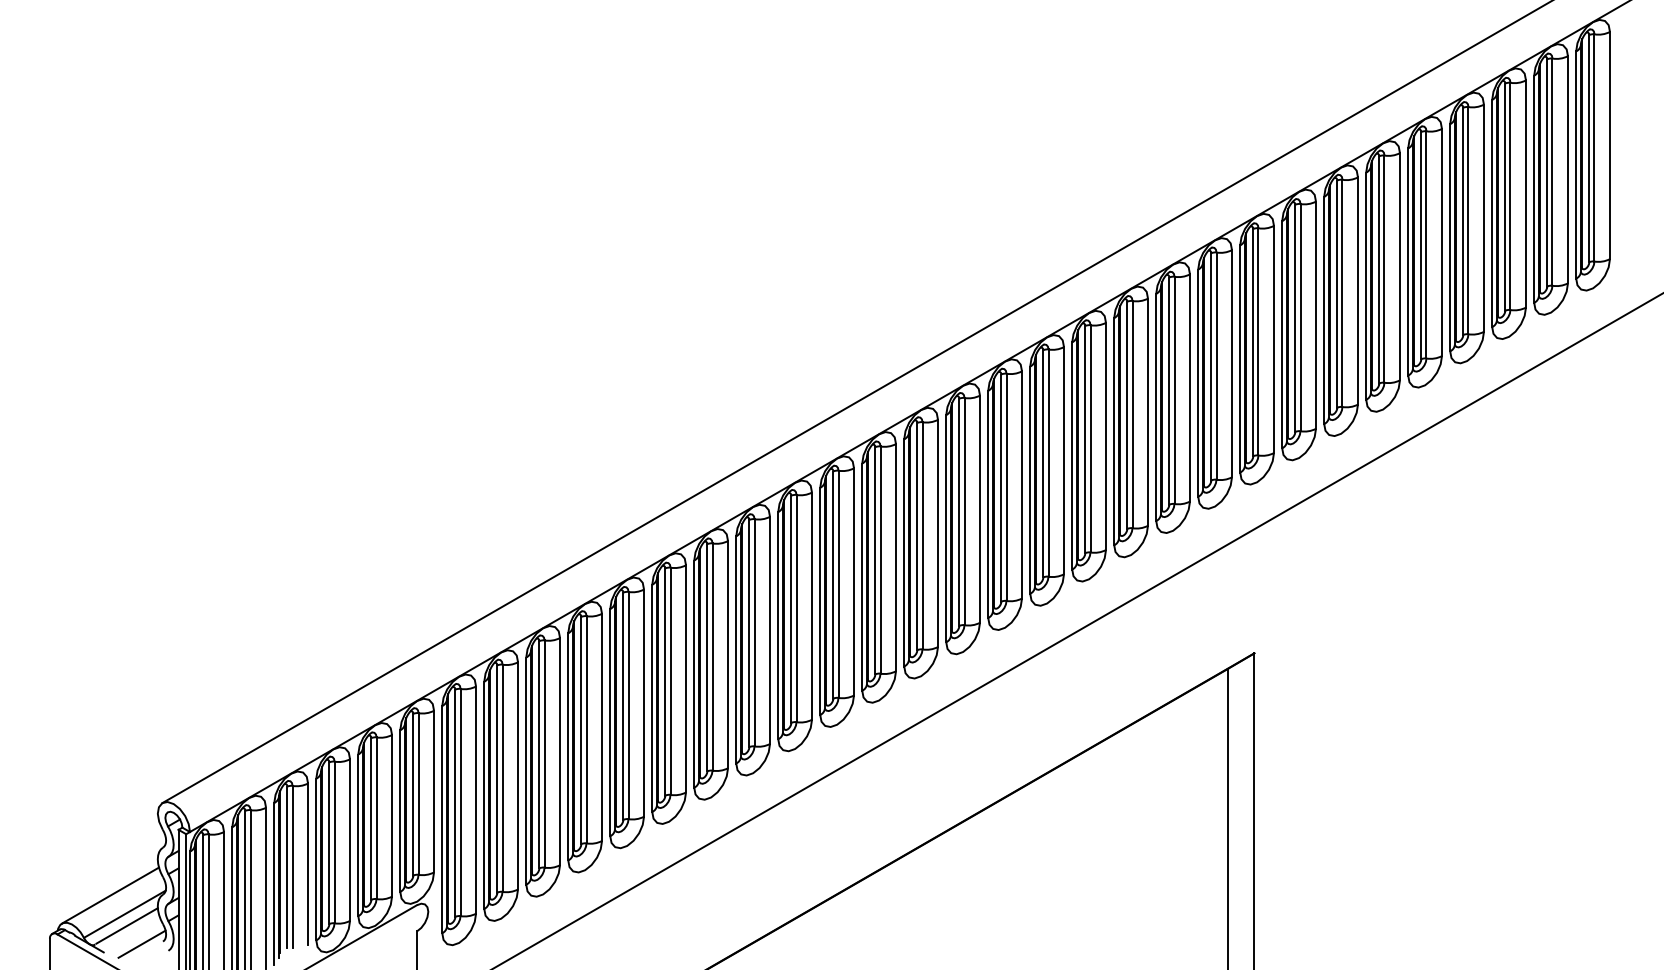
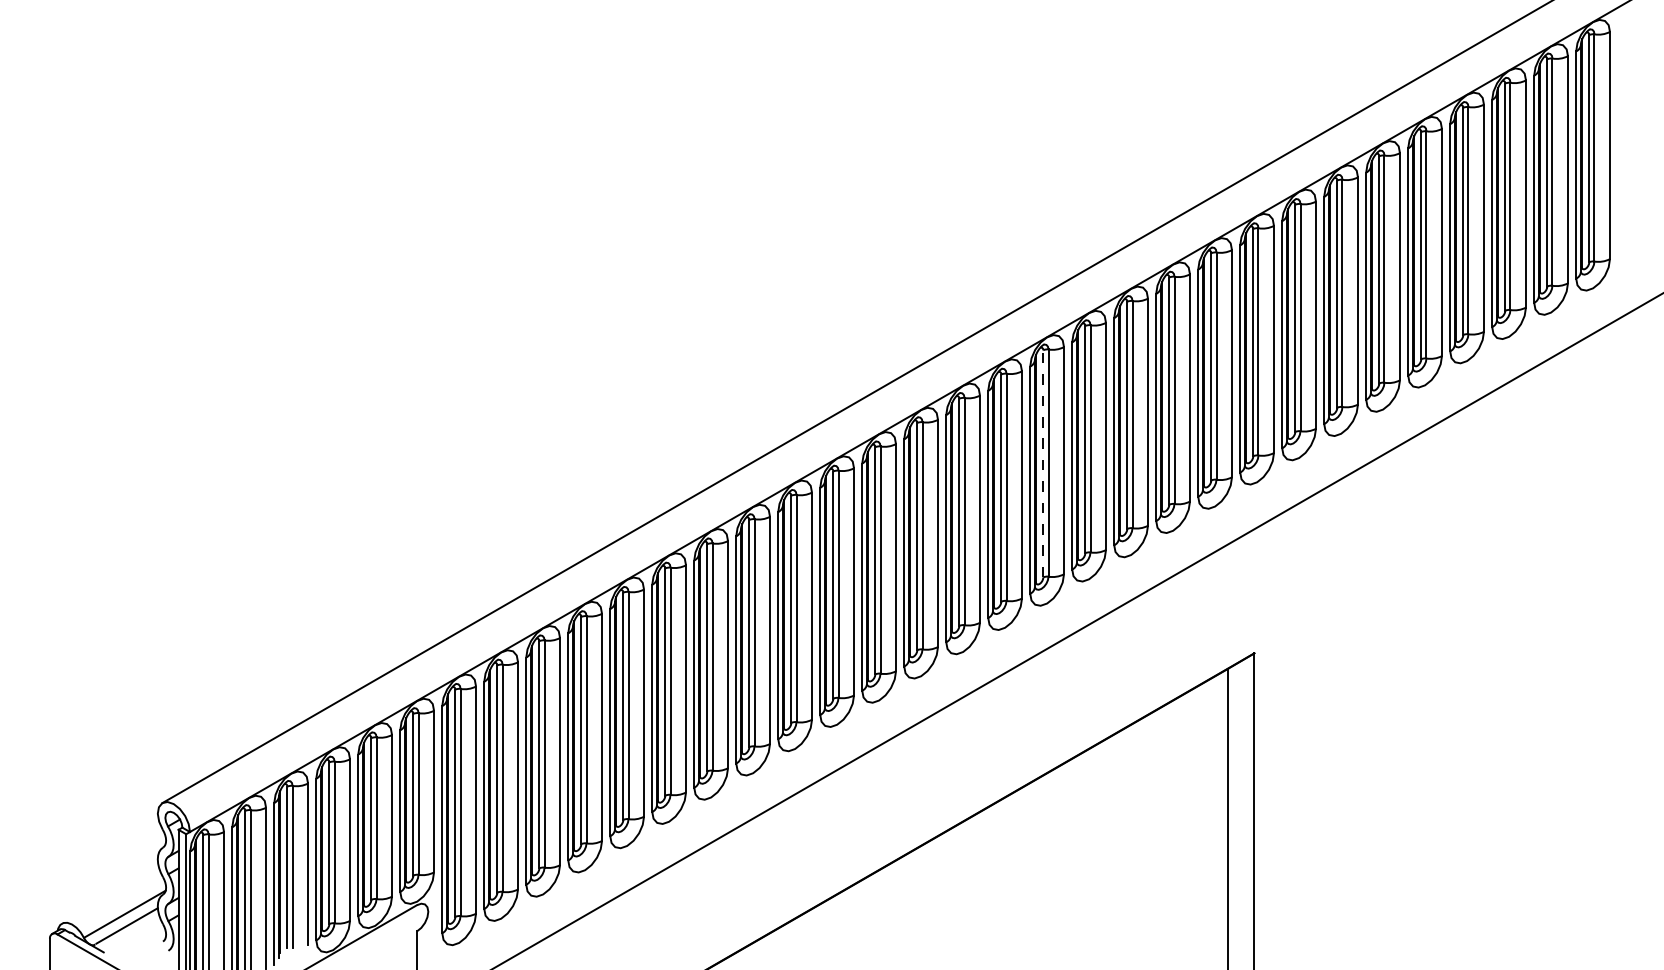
line at (1043, 463): solid -> dashed
line at (110, 895): present -> none
line at (141, 943): present -> none
